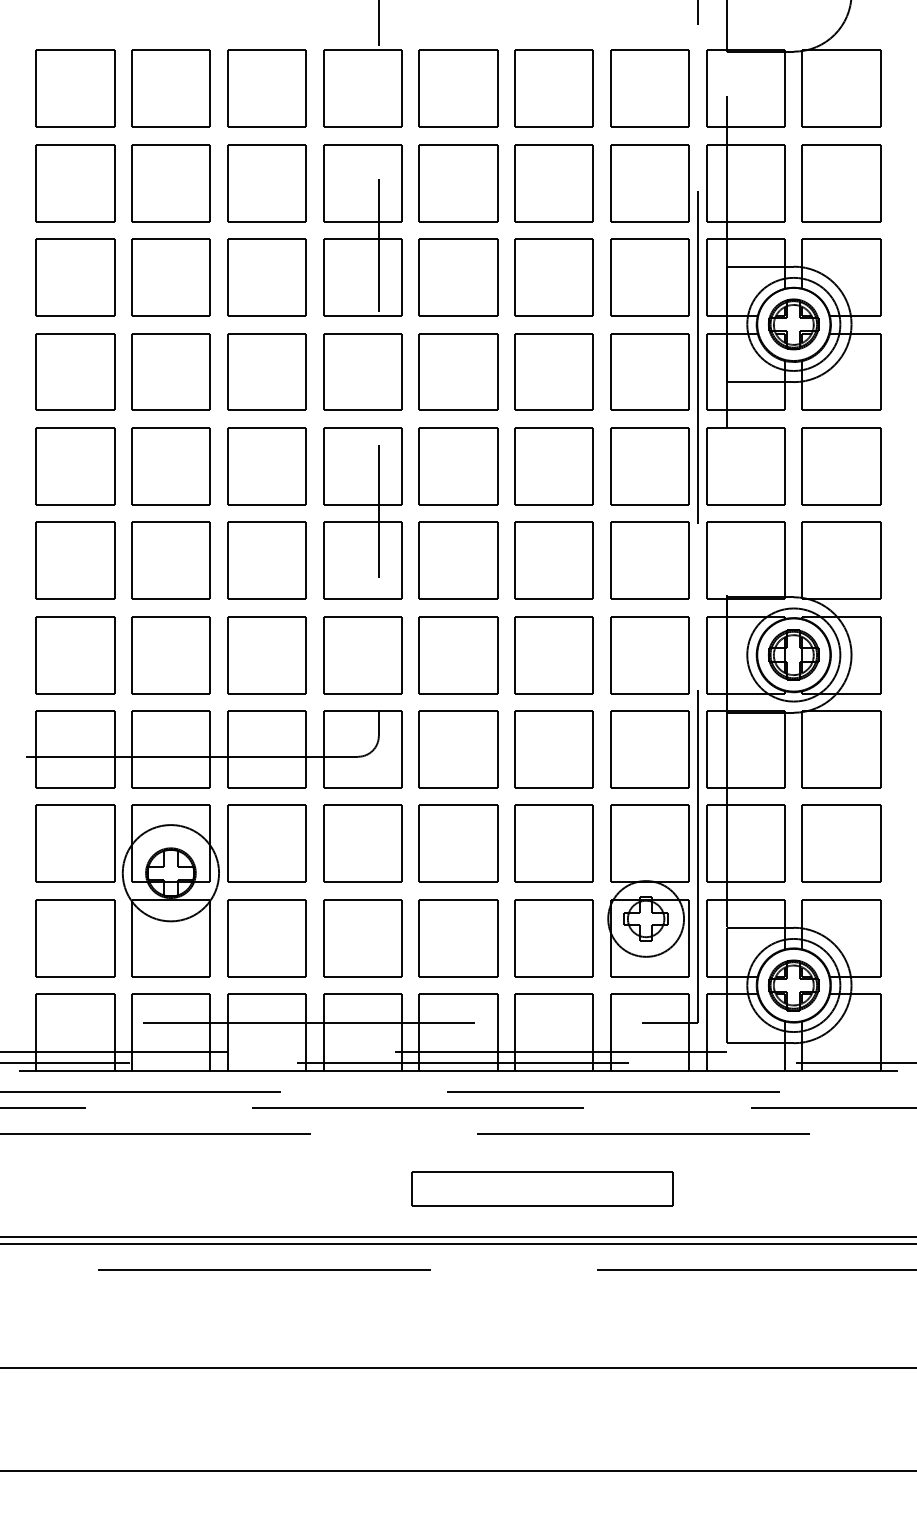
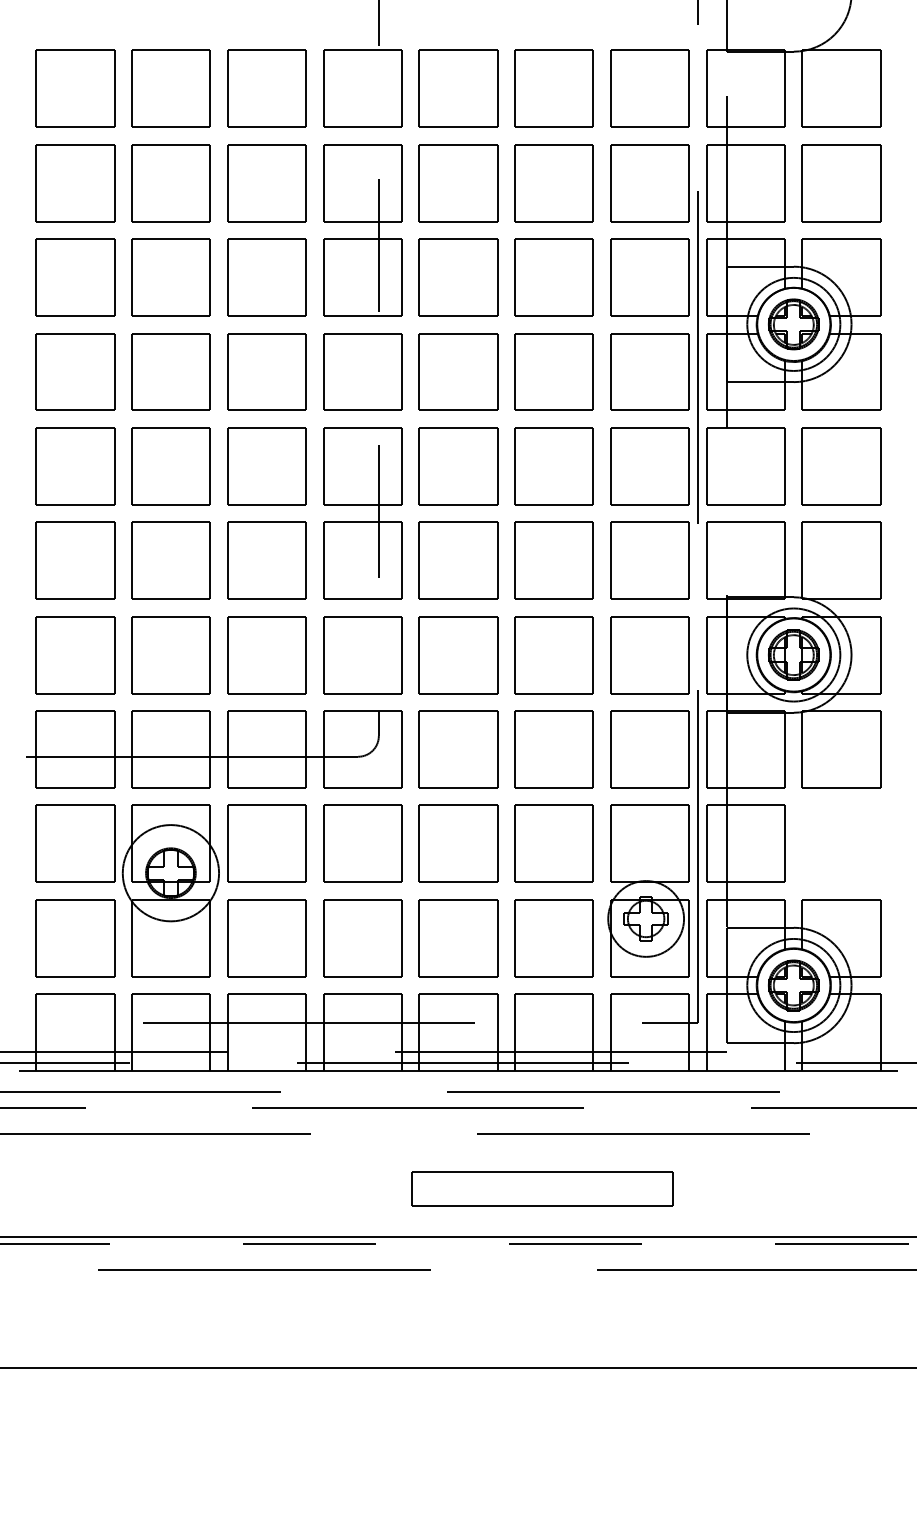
part at (841, 843): present -> none
line at (458, 1243): solid -> dashed
line at (457, 1471): present -> none
